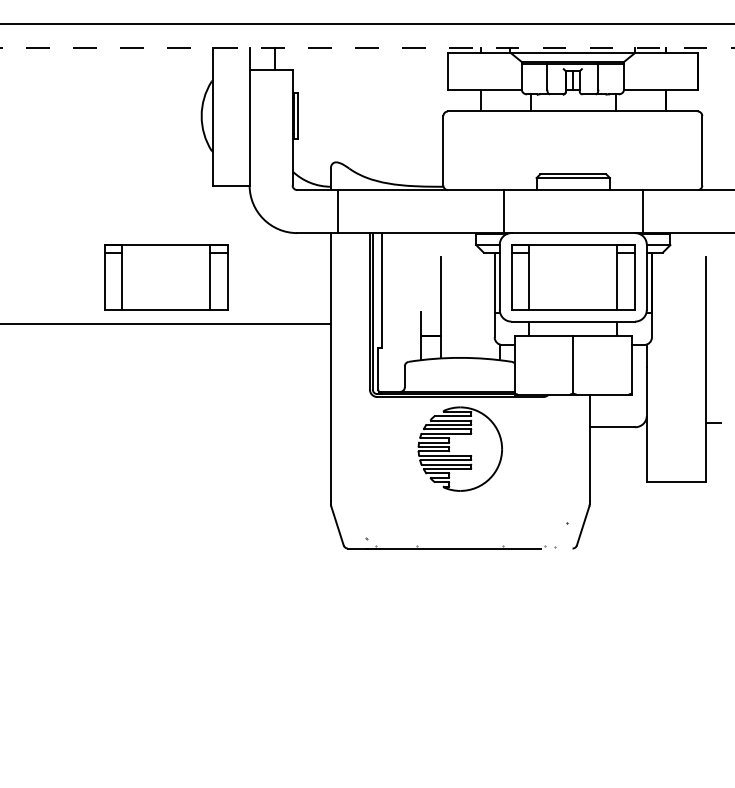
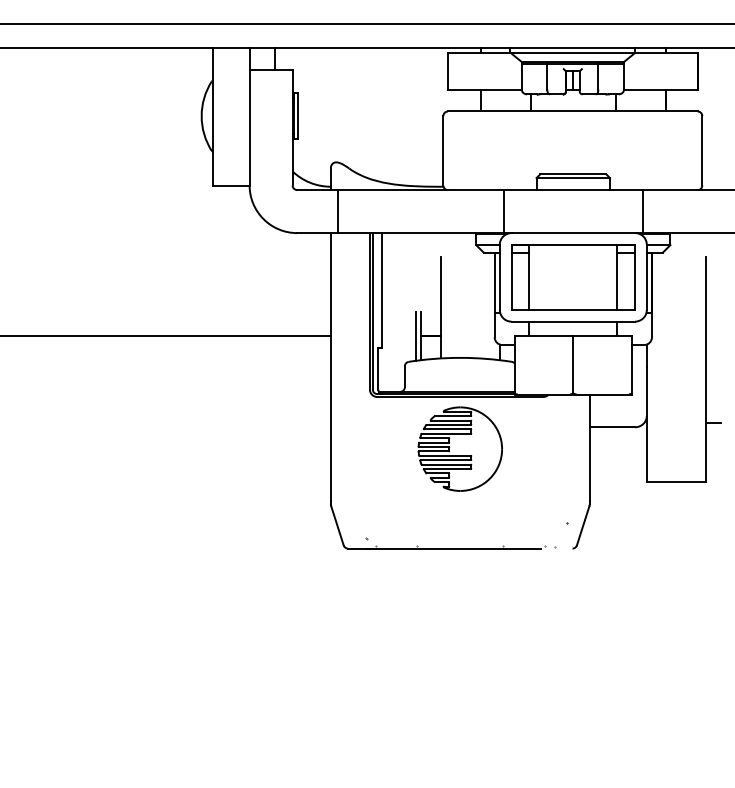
line at (367, 48): dashed -> solid
part at (166, 277): present -> none
line at (166, 323) position: (166, 323) -> (166, 335)
line at (415, 336): none -> present
